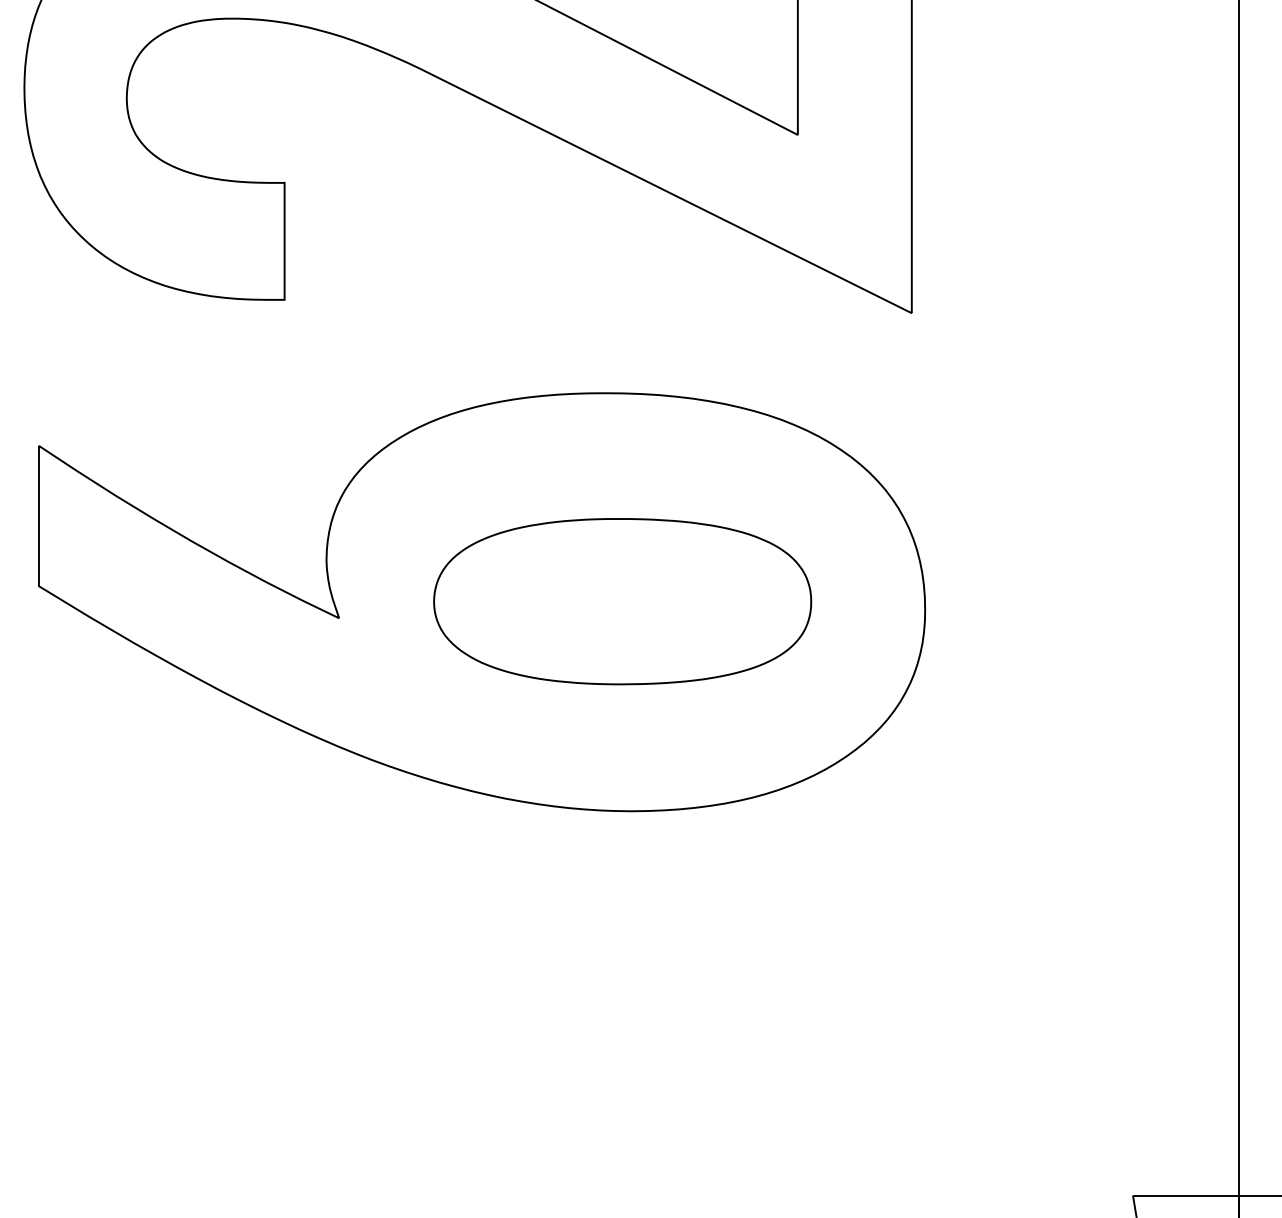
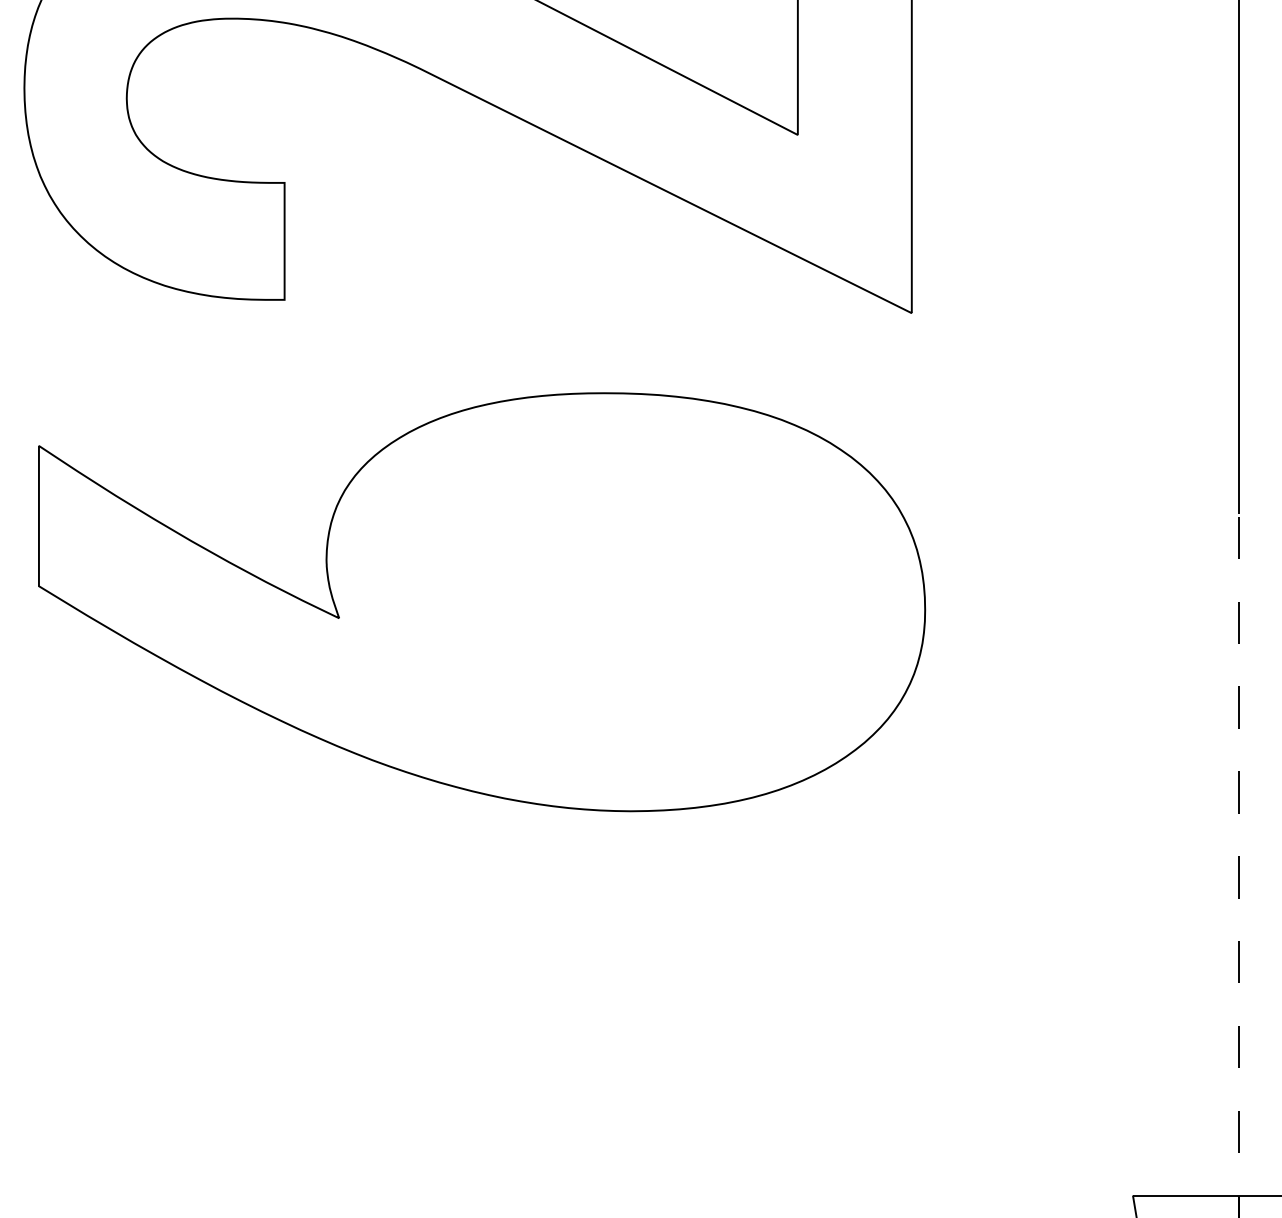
part at (622, 601): present -> none
line at (1239, 865): solid -> dashed
